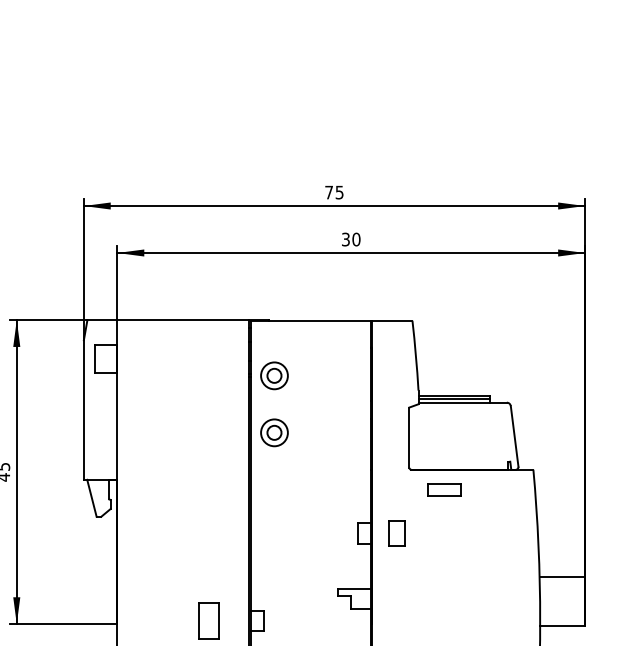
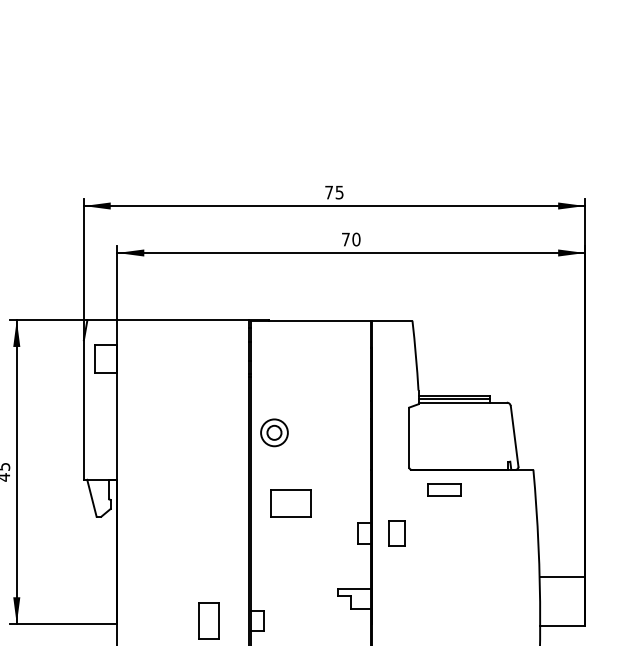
text at (345, 239): 30 -> 70
part at (274, 375): present -> none
part at (290, 503): none -> present
